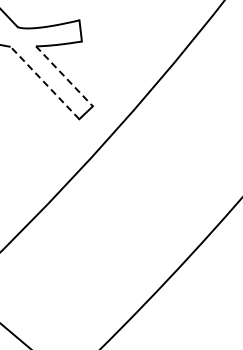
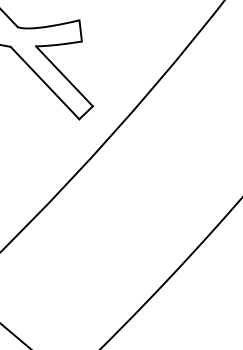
line at (64, 76): dashed -> solid
line at (44, 83): dashed -> solid
